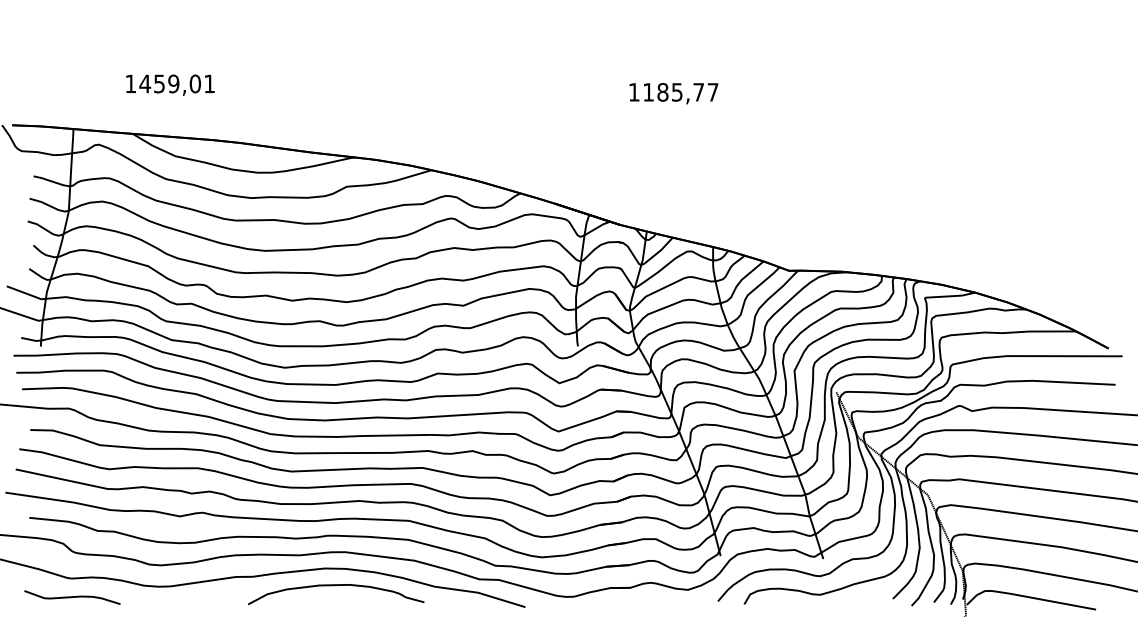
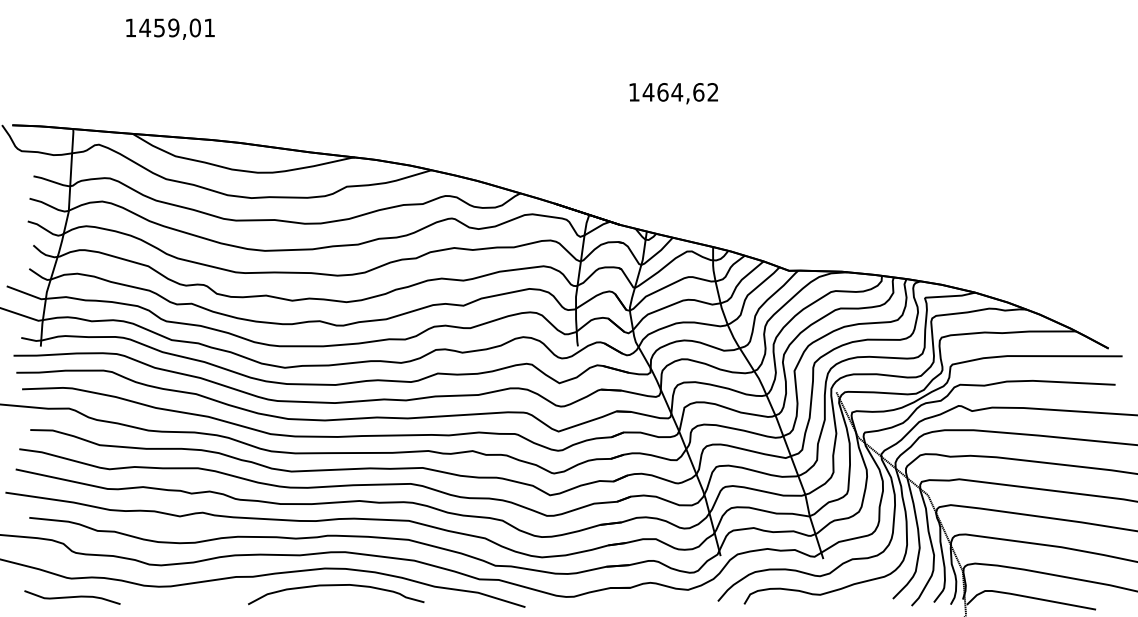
text at (170, 84) position: (170, 84) -> (170, 28)
text at (680, 92): 1185,77 -> 1464,62
